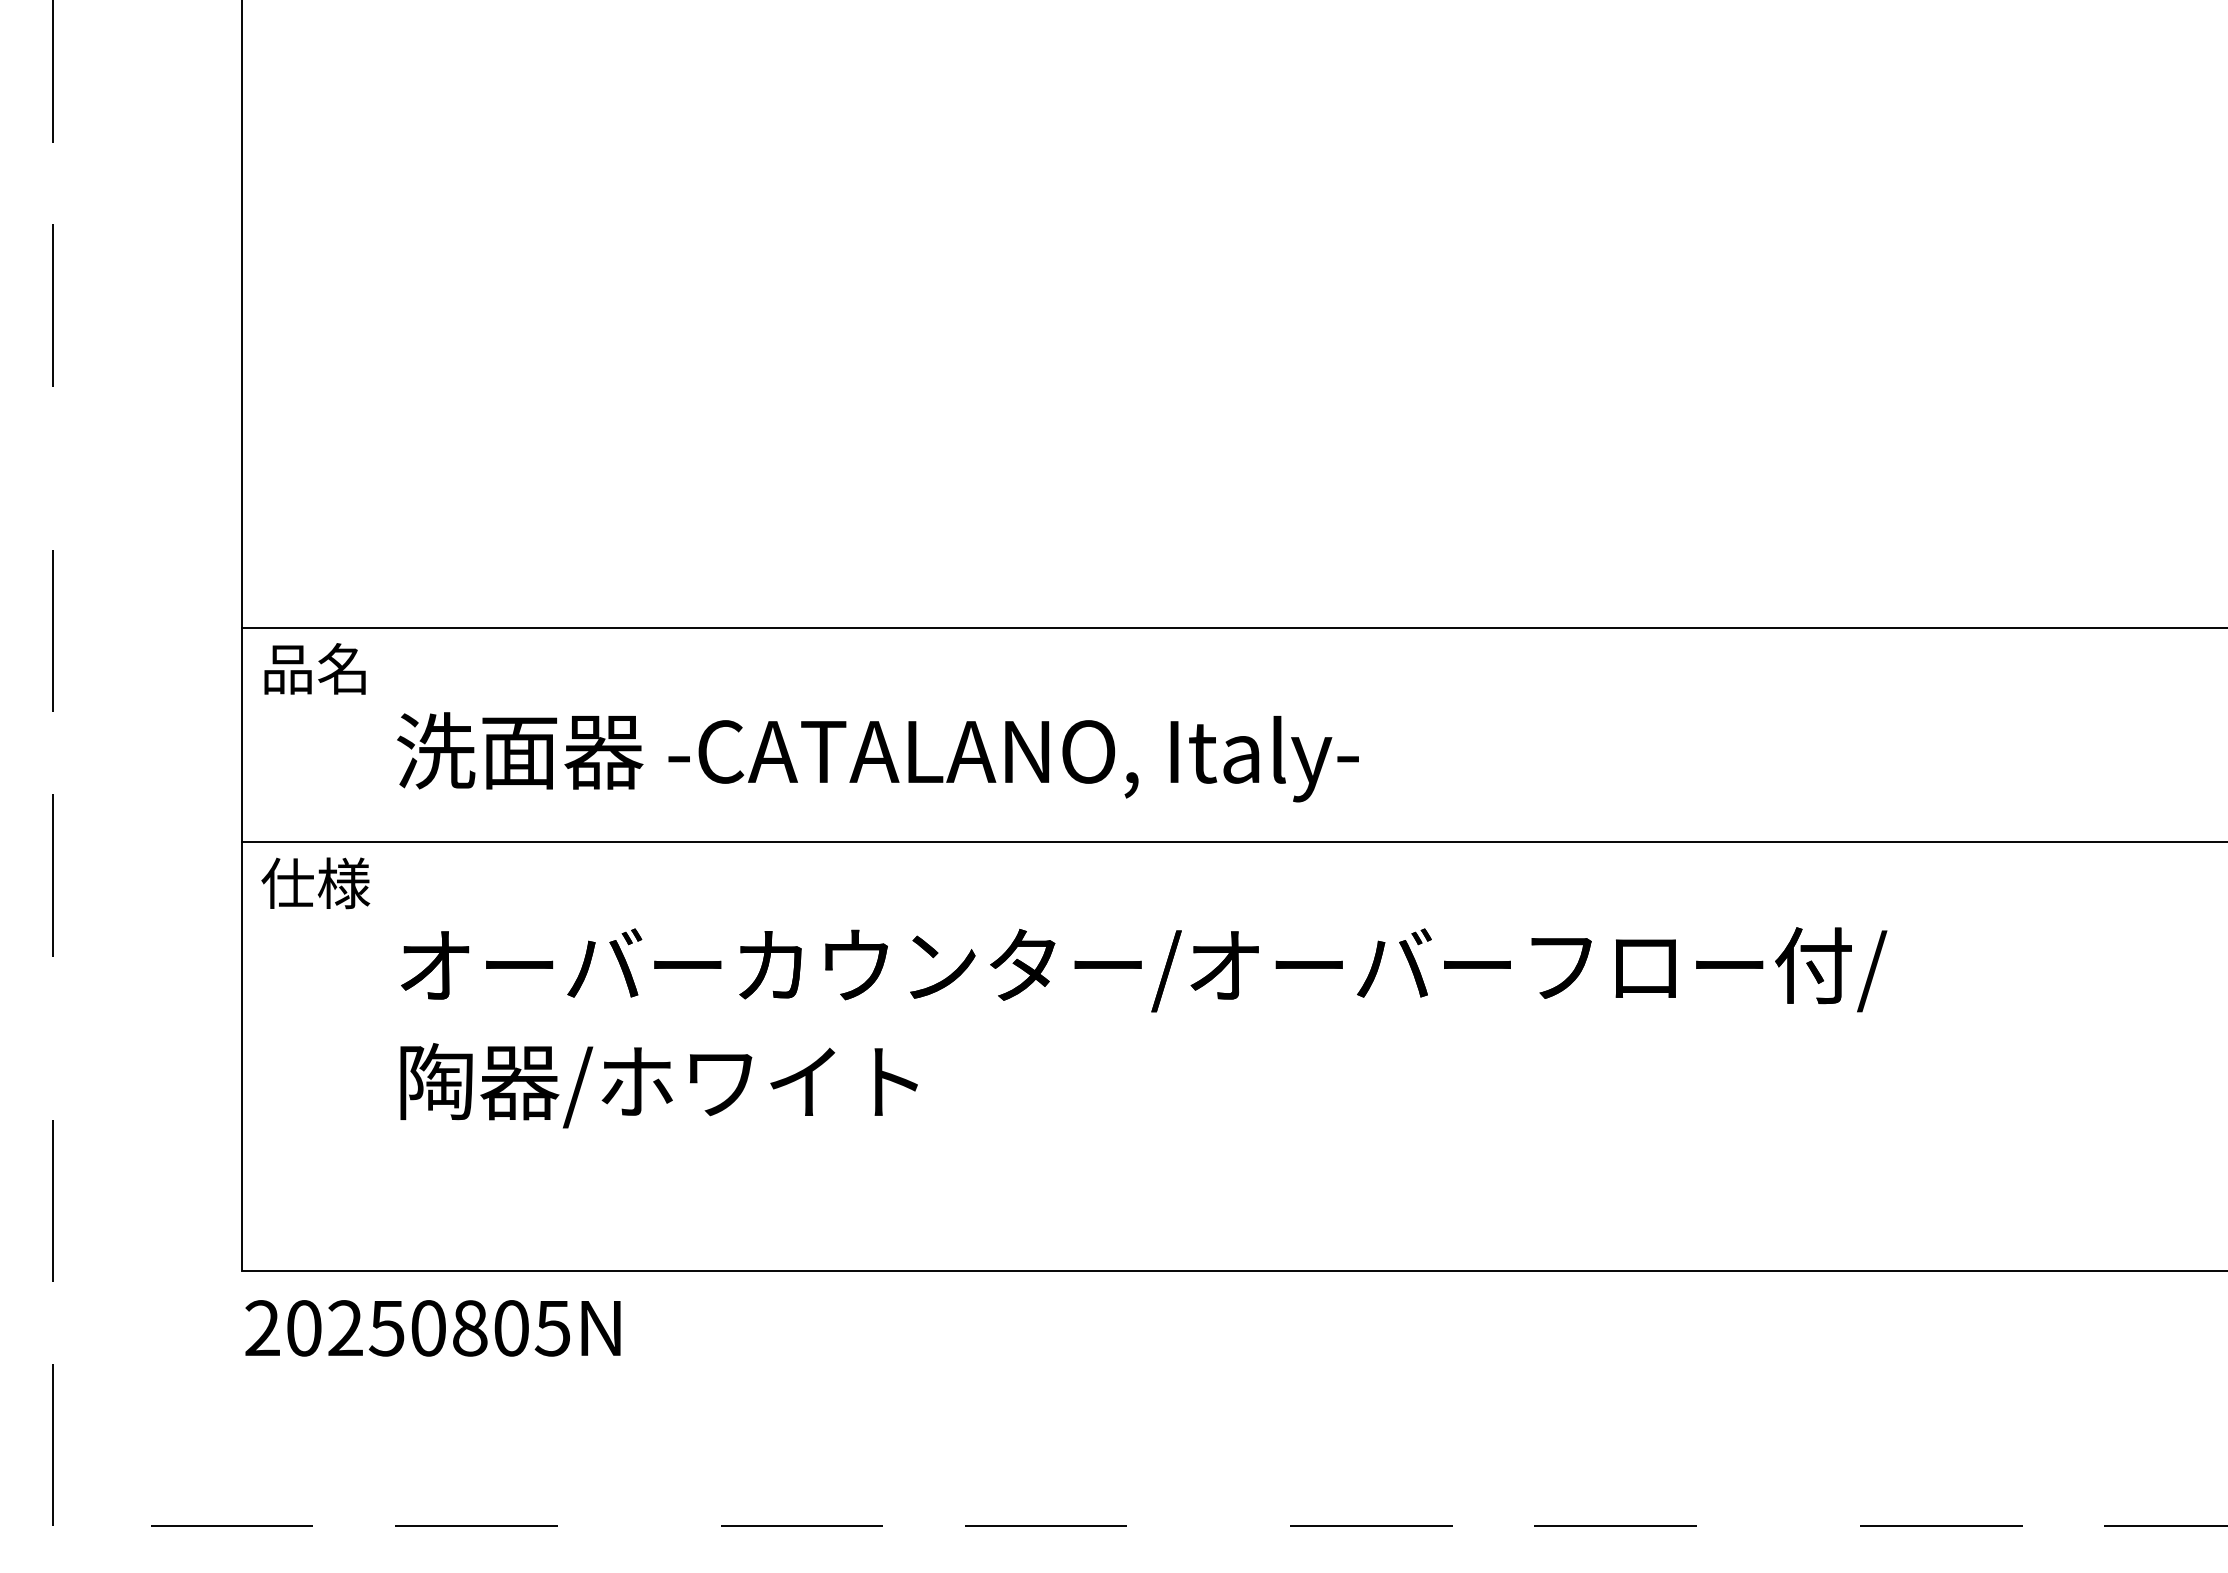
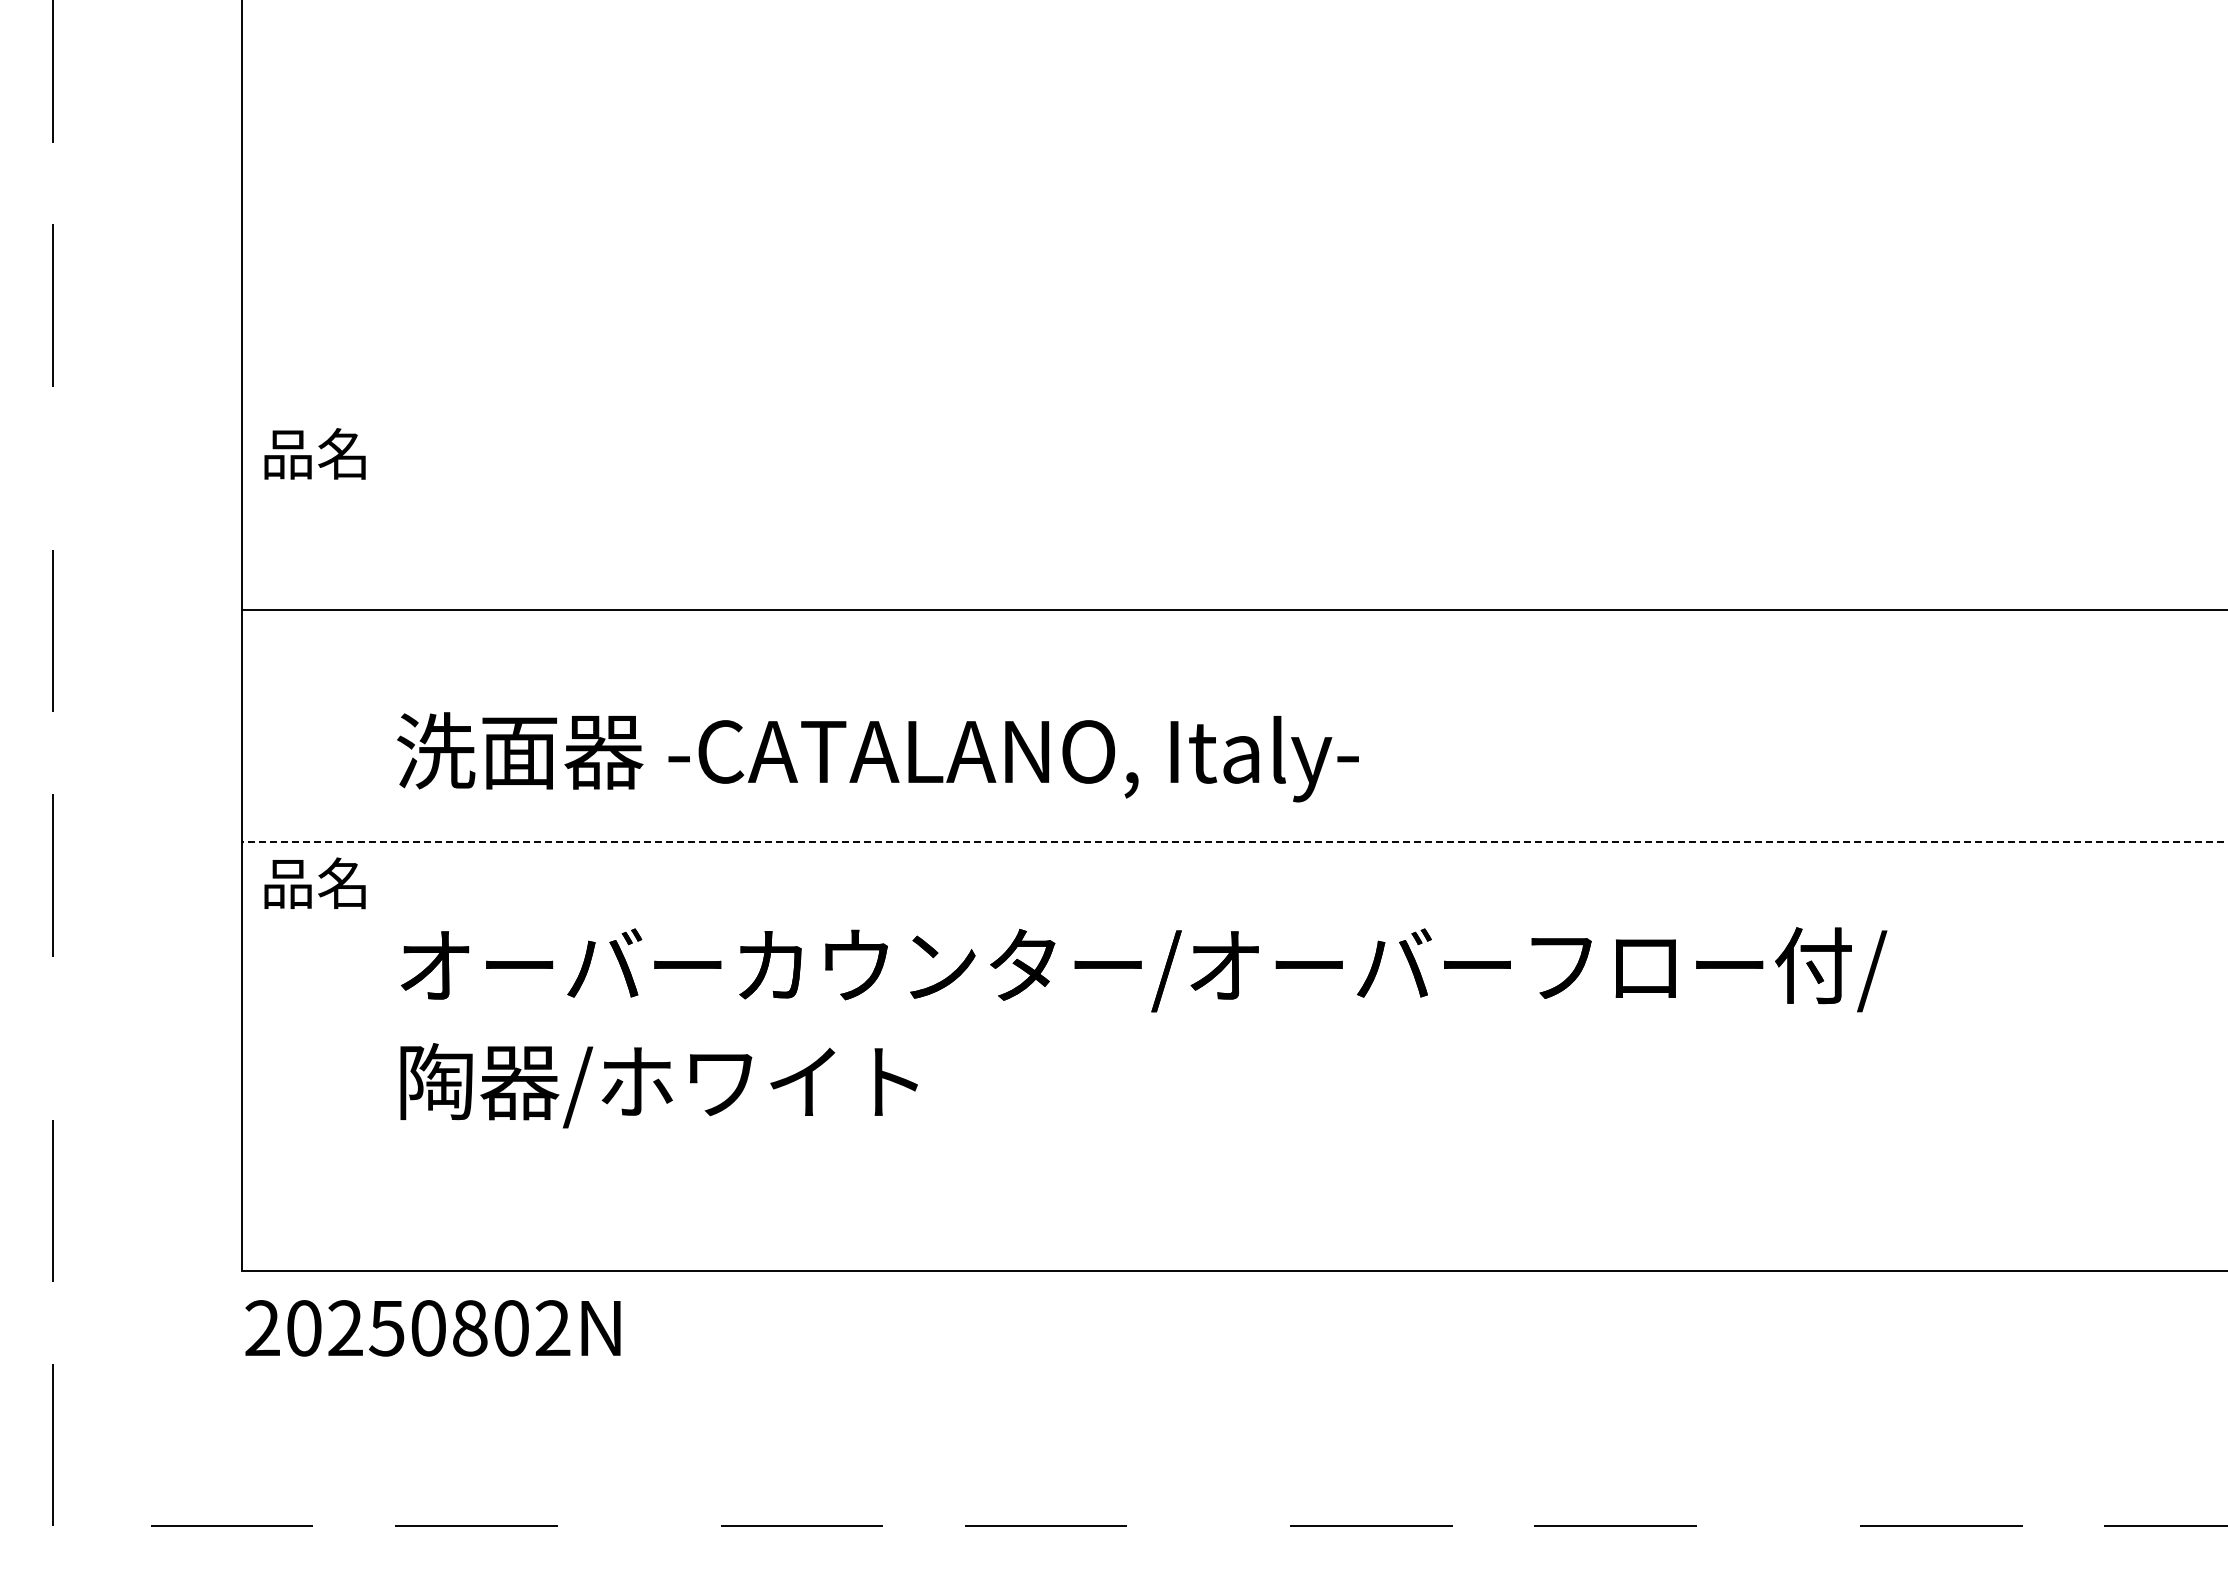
line at (1233, 627) position: (1233, 627) -> (1233, 609)
text at (314, 668) position: (314, 668) -> (314, 453)
line at (1234, 842): solid -> dashed
text at (315, 883): 仕様 -> 品名
text at (552, 1328): 20250805N -> 20250802N
